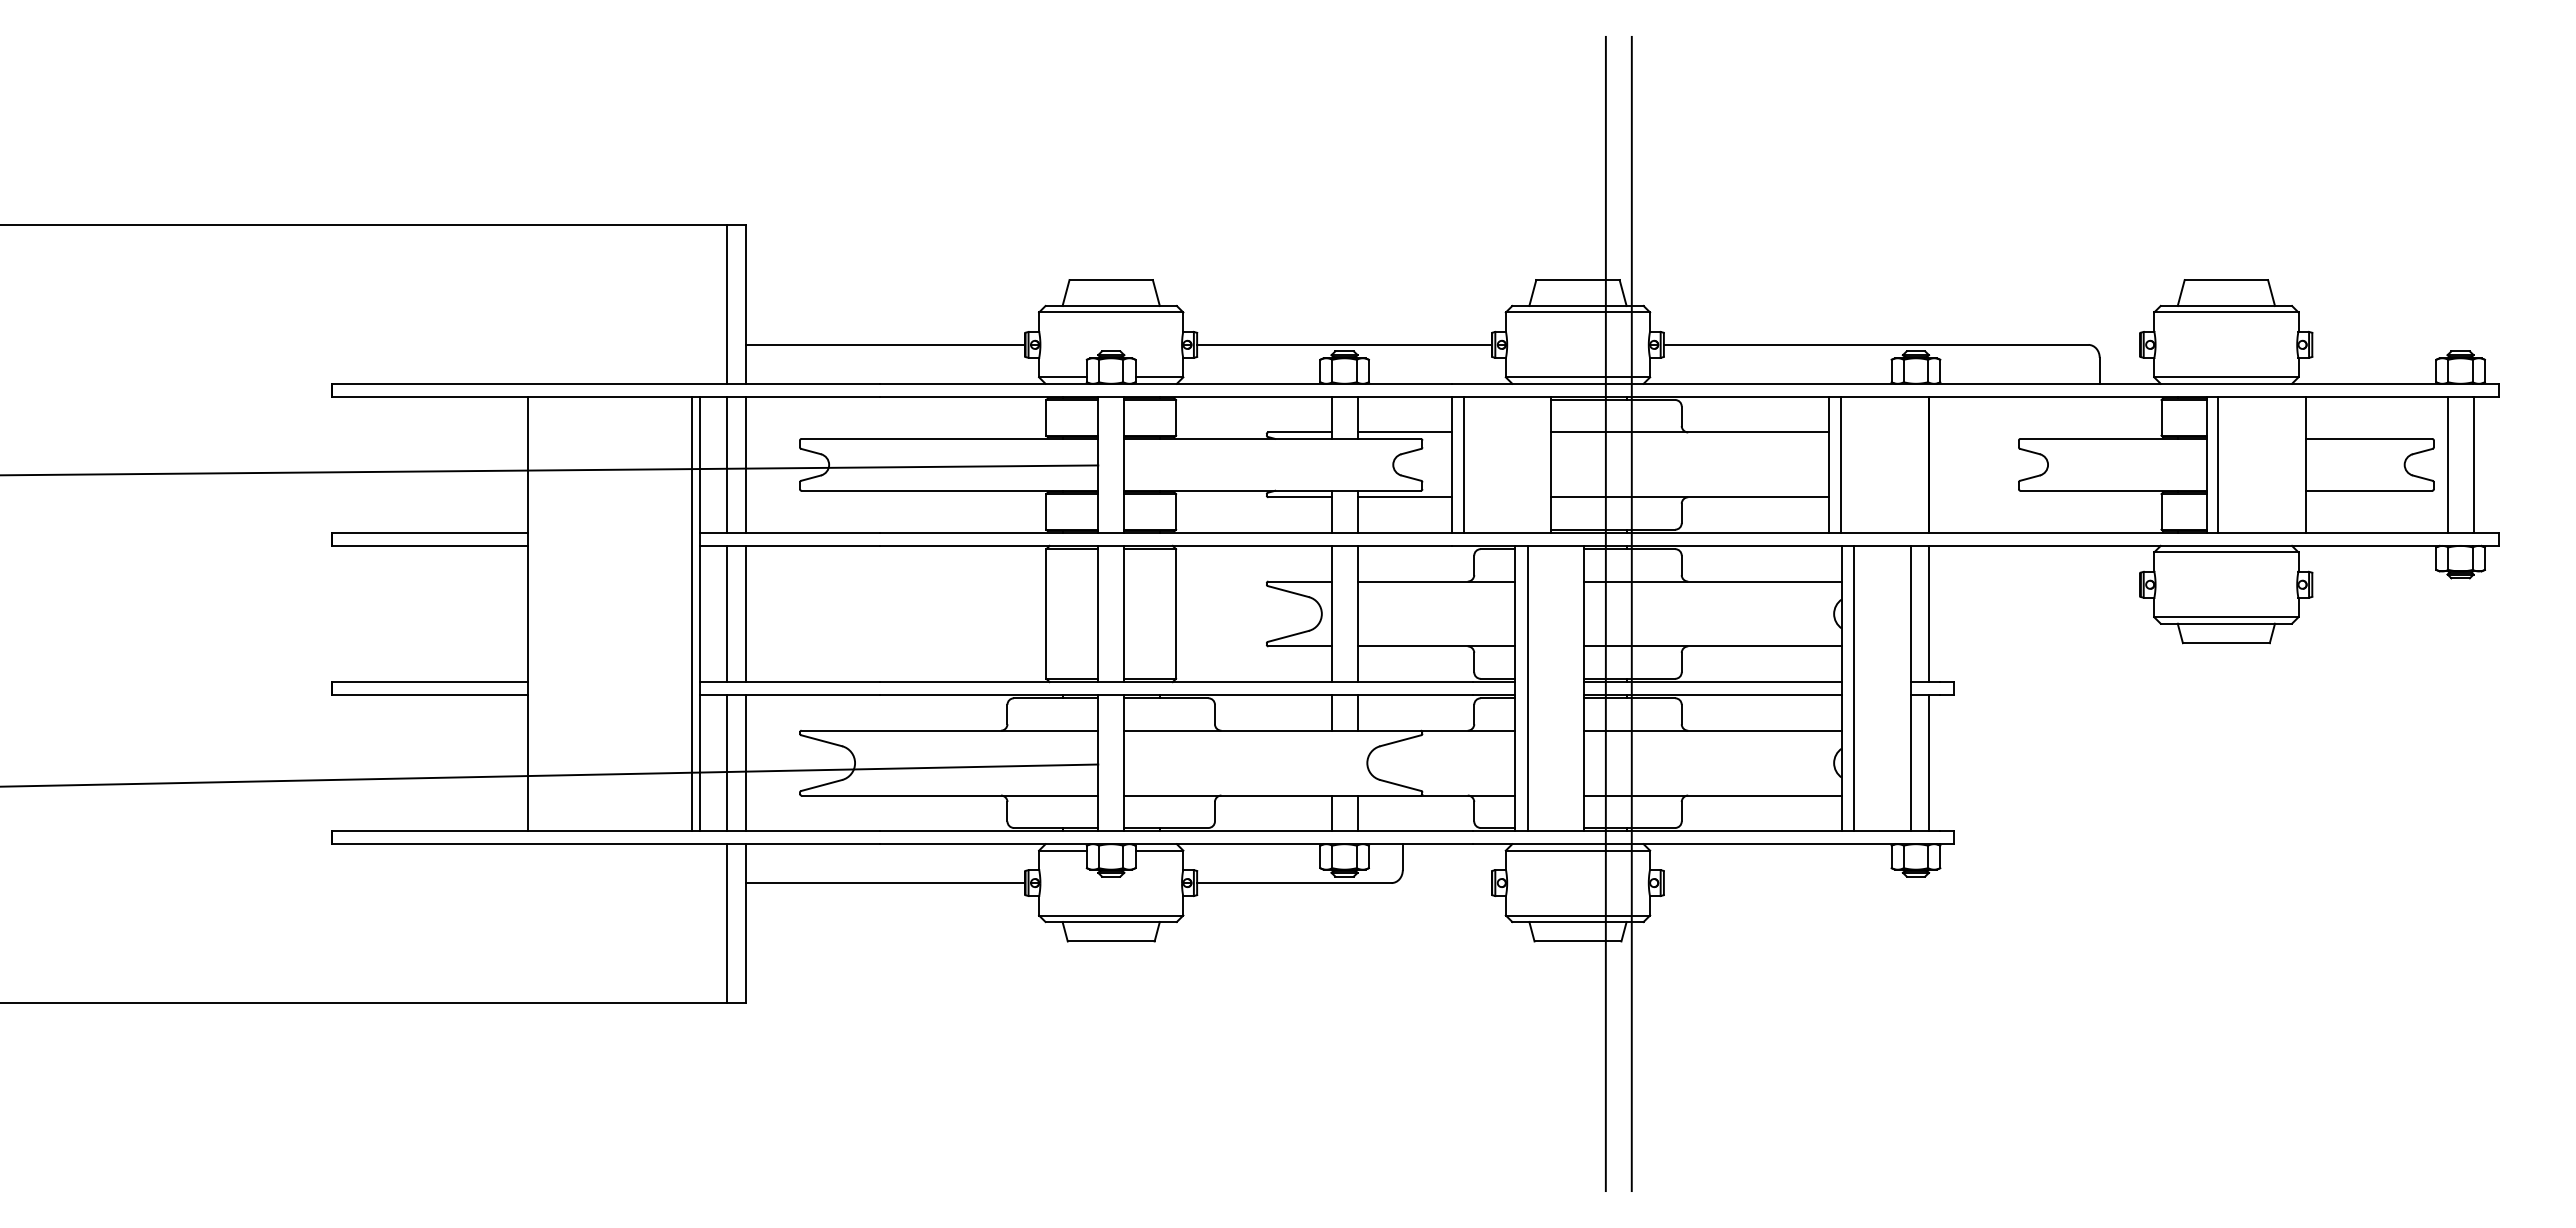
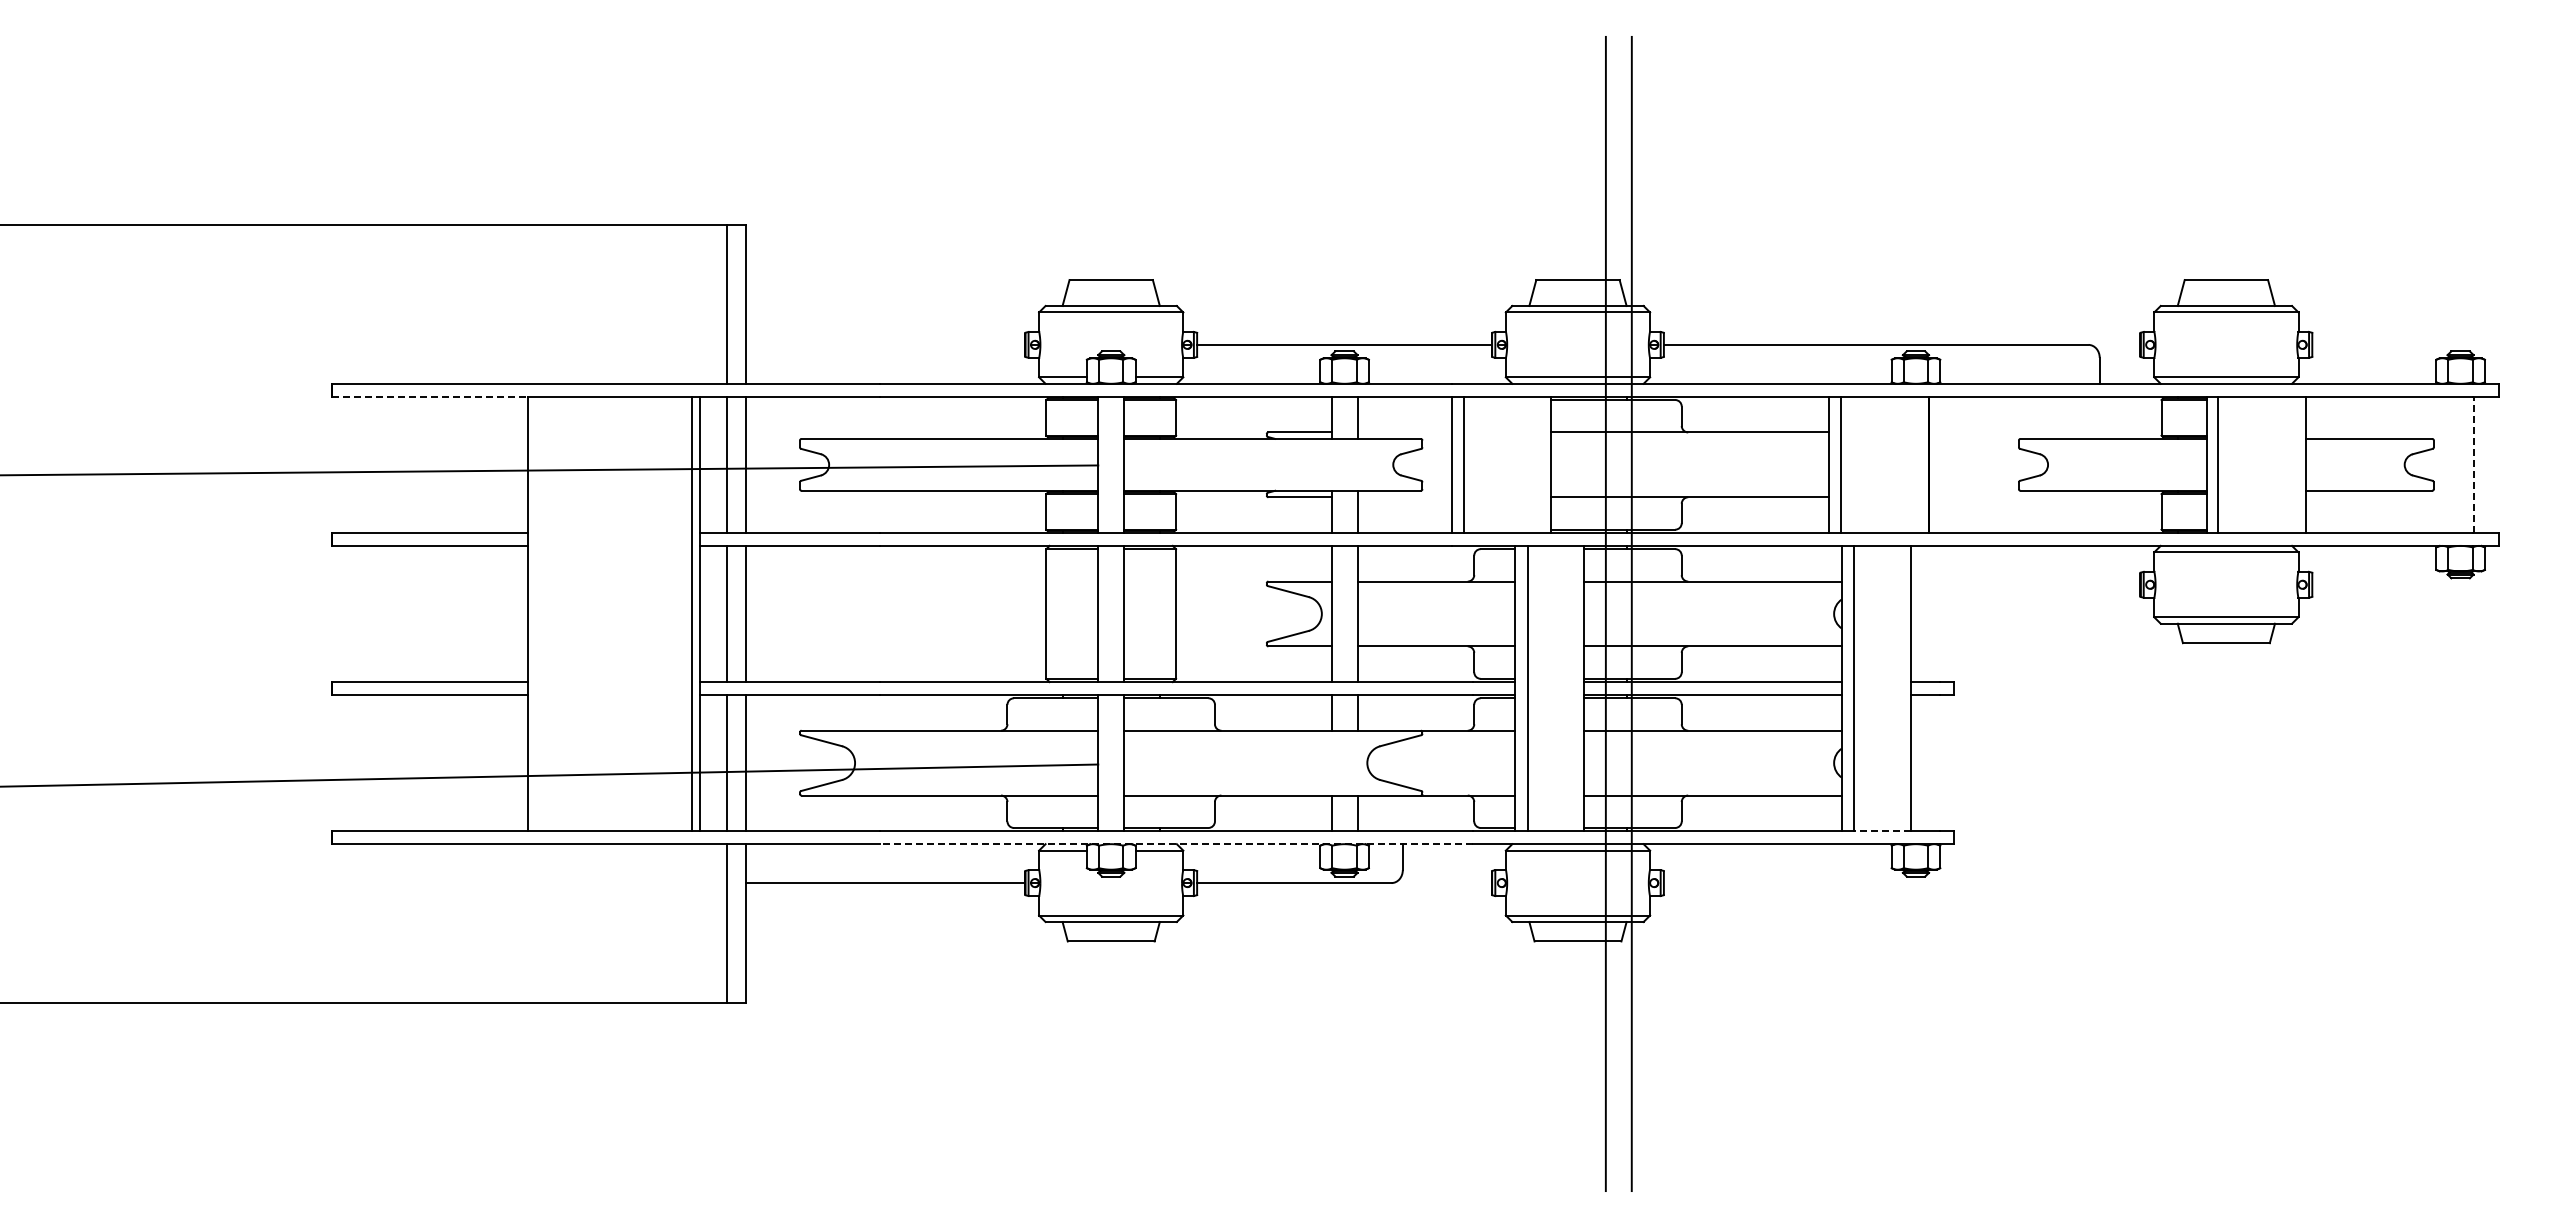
line at (885, 344): present -> none
line at (430, 396): solid -> dashed
line at (1404, 432): present -> none
line at (2447, 464): present -> none
line at (2473, 464): solid -> dashed
line at (1404, 497): present -> none
line at (1928, 613): present -> none
line at (1928, 763): present -> none
line at (1881, 831): solid -> dashed
line at (1176, 844): solid -> dashed
